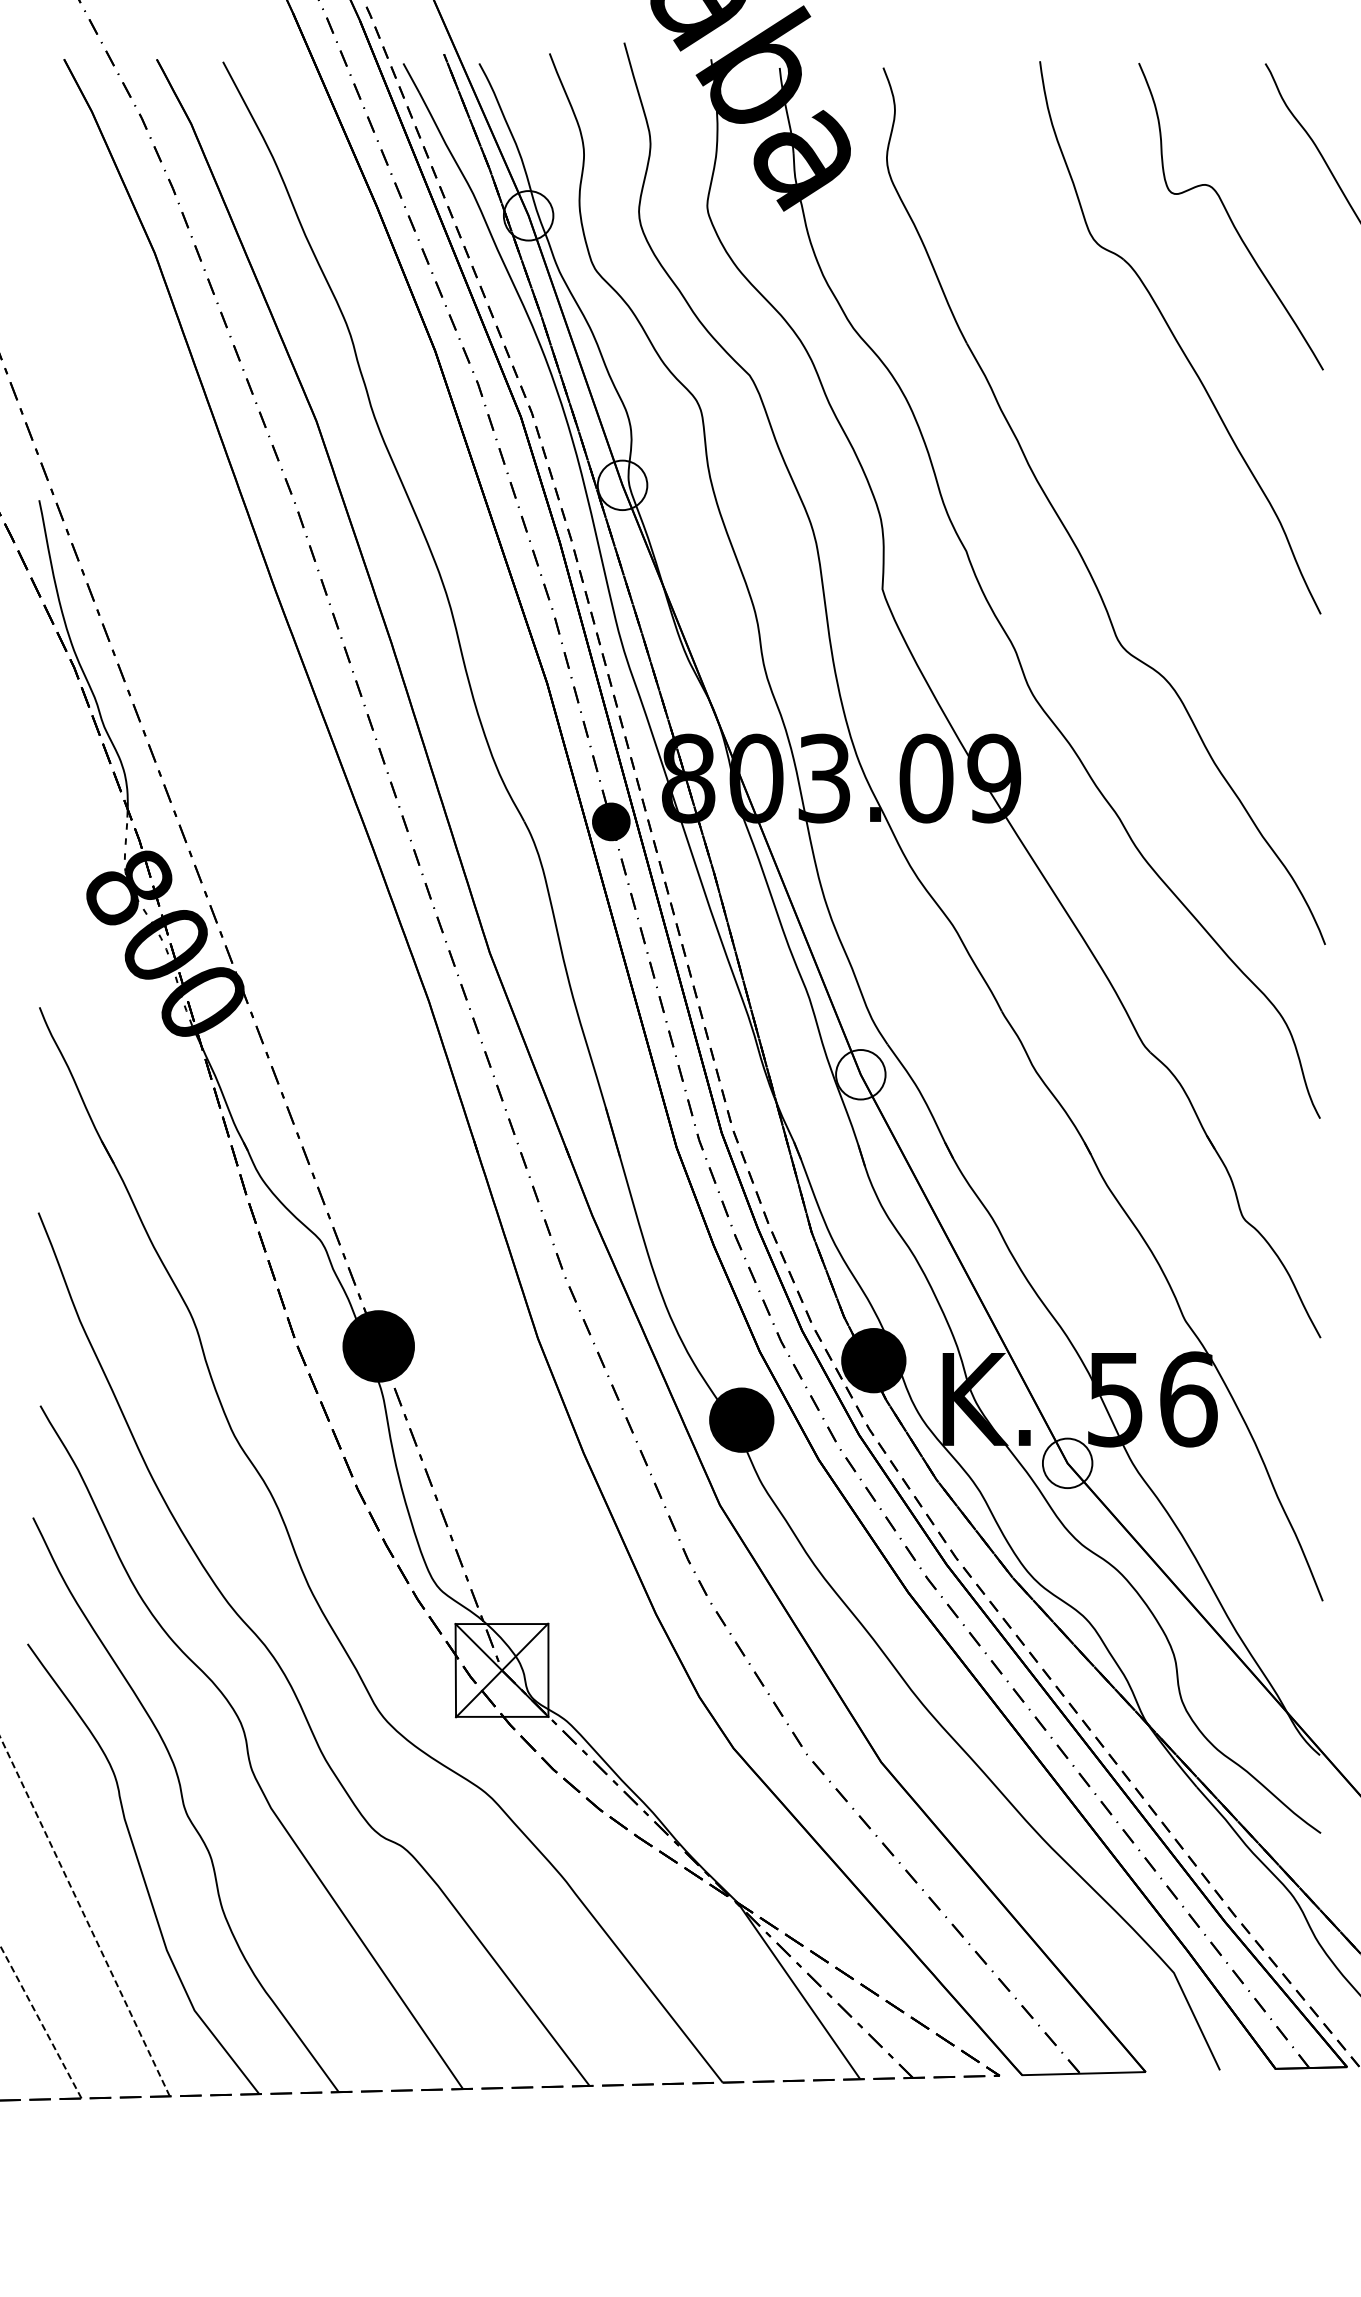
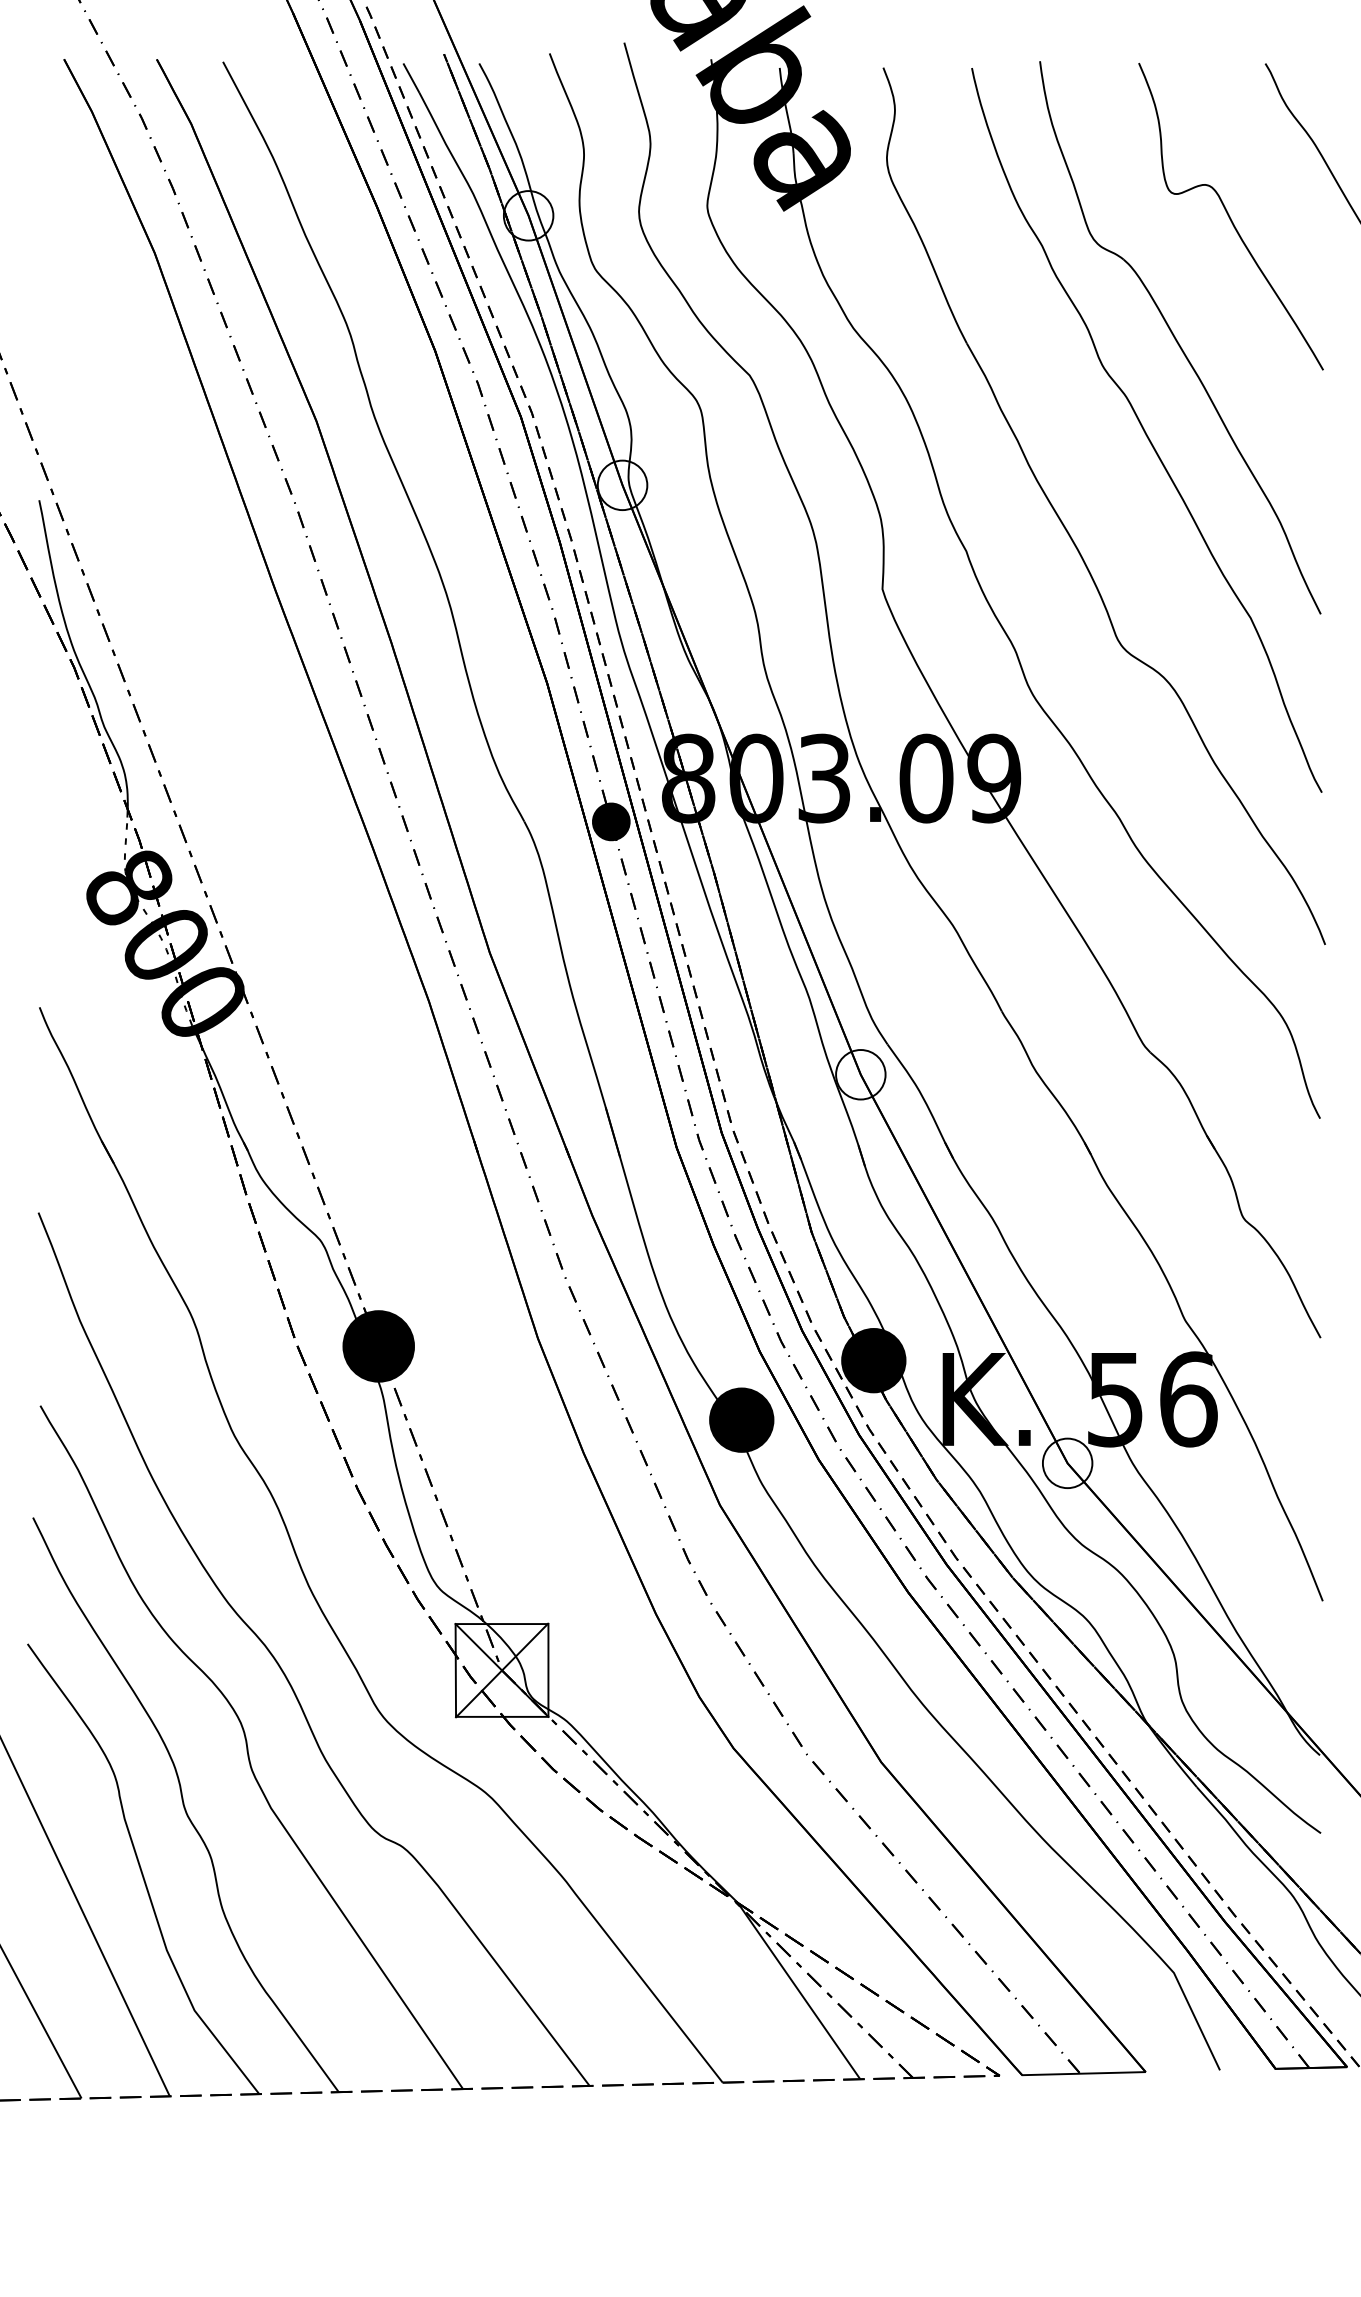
curve at (1145, 430): none -> present
line at (85, 1916): dashed -> solid
line at (40, 2021): dashed -> solid
